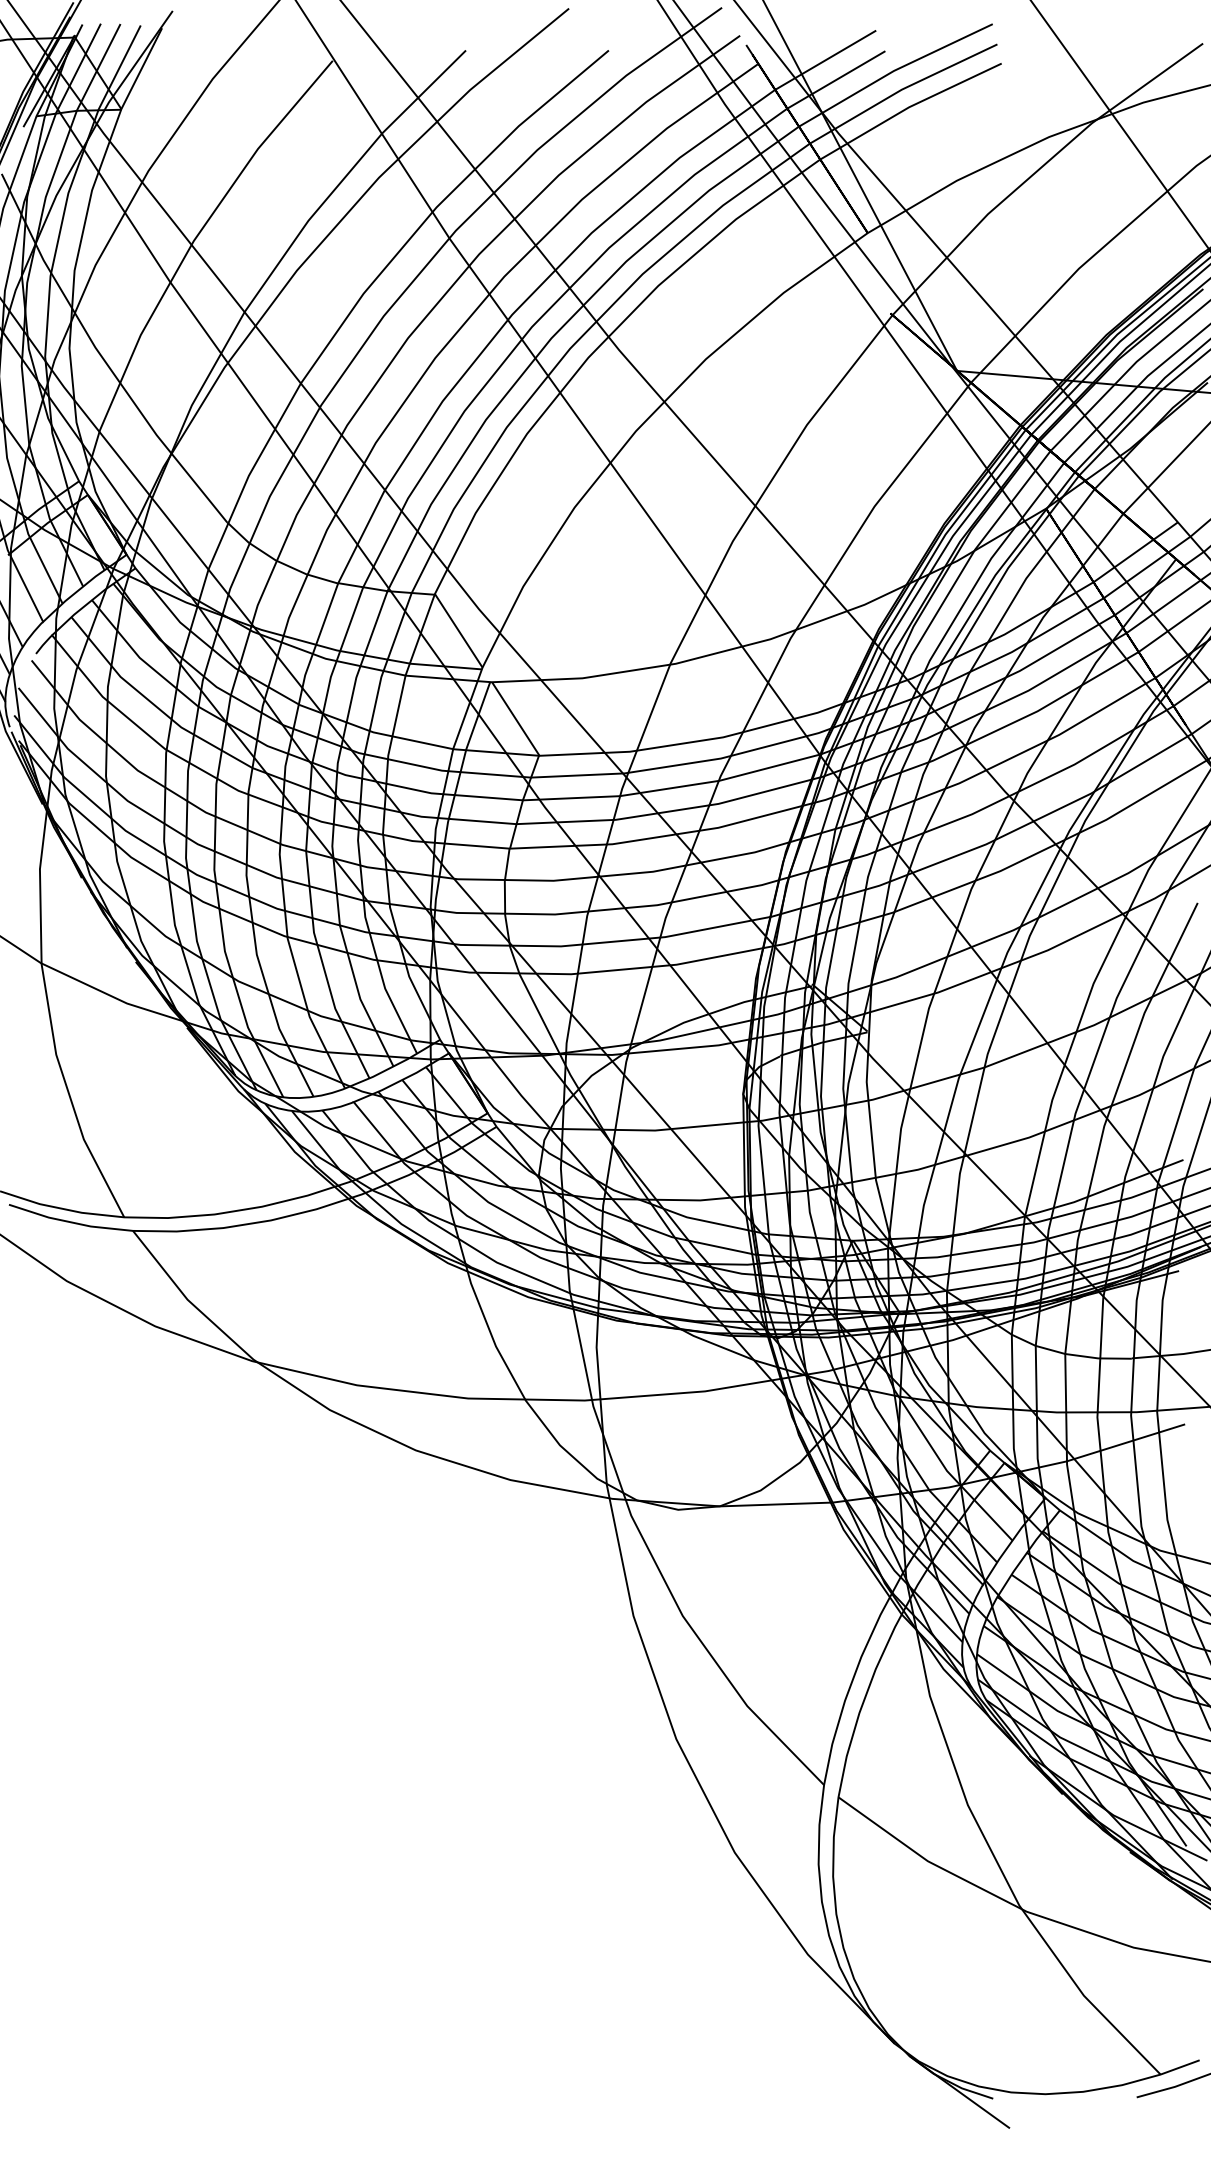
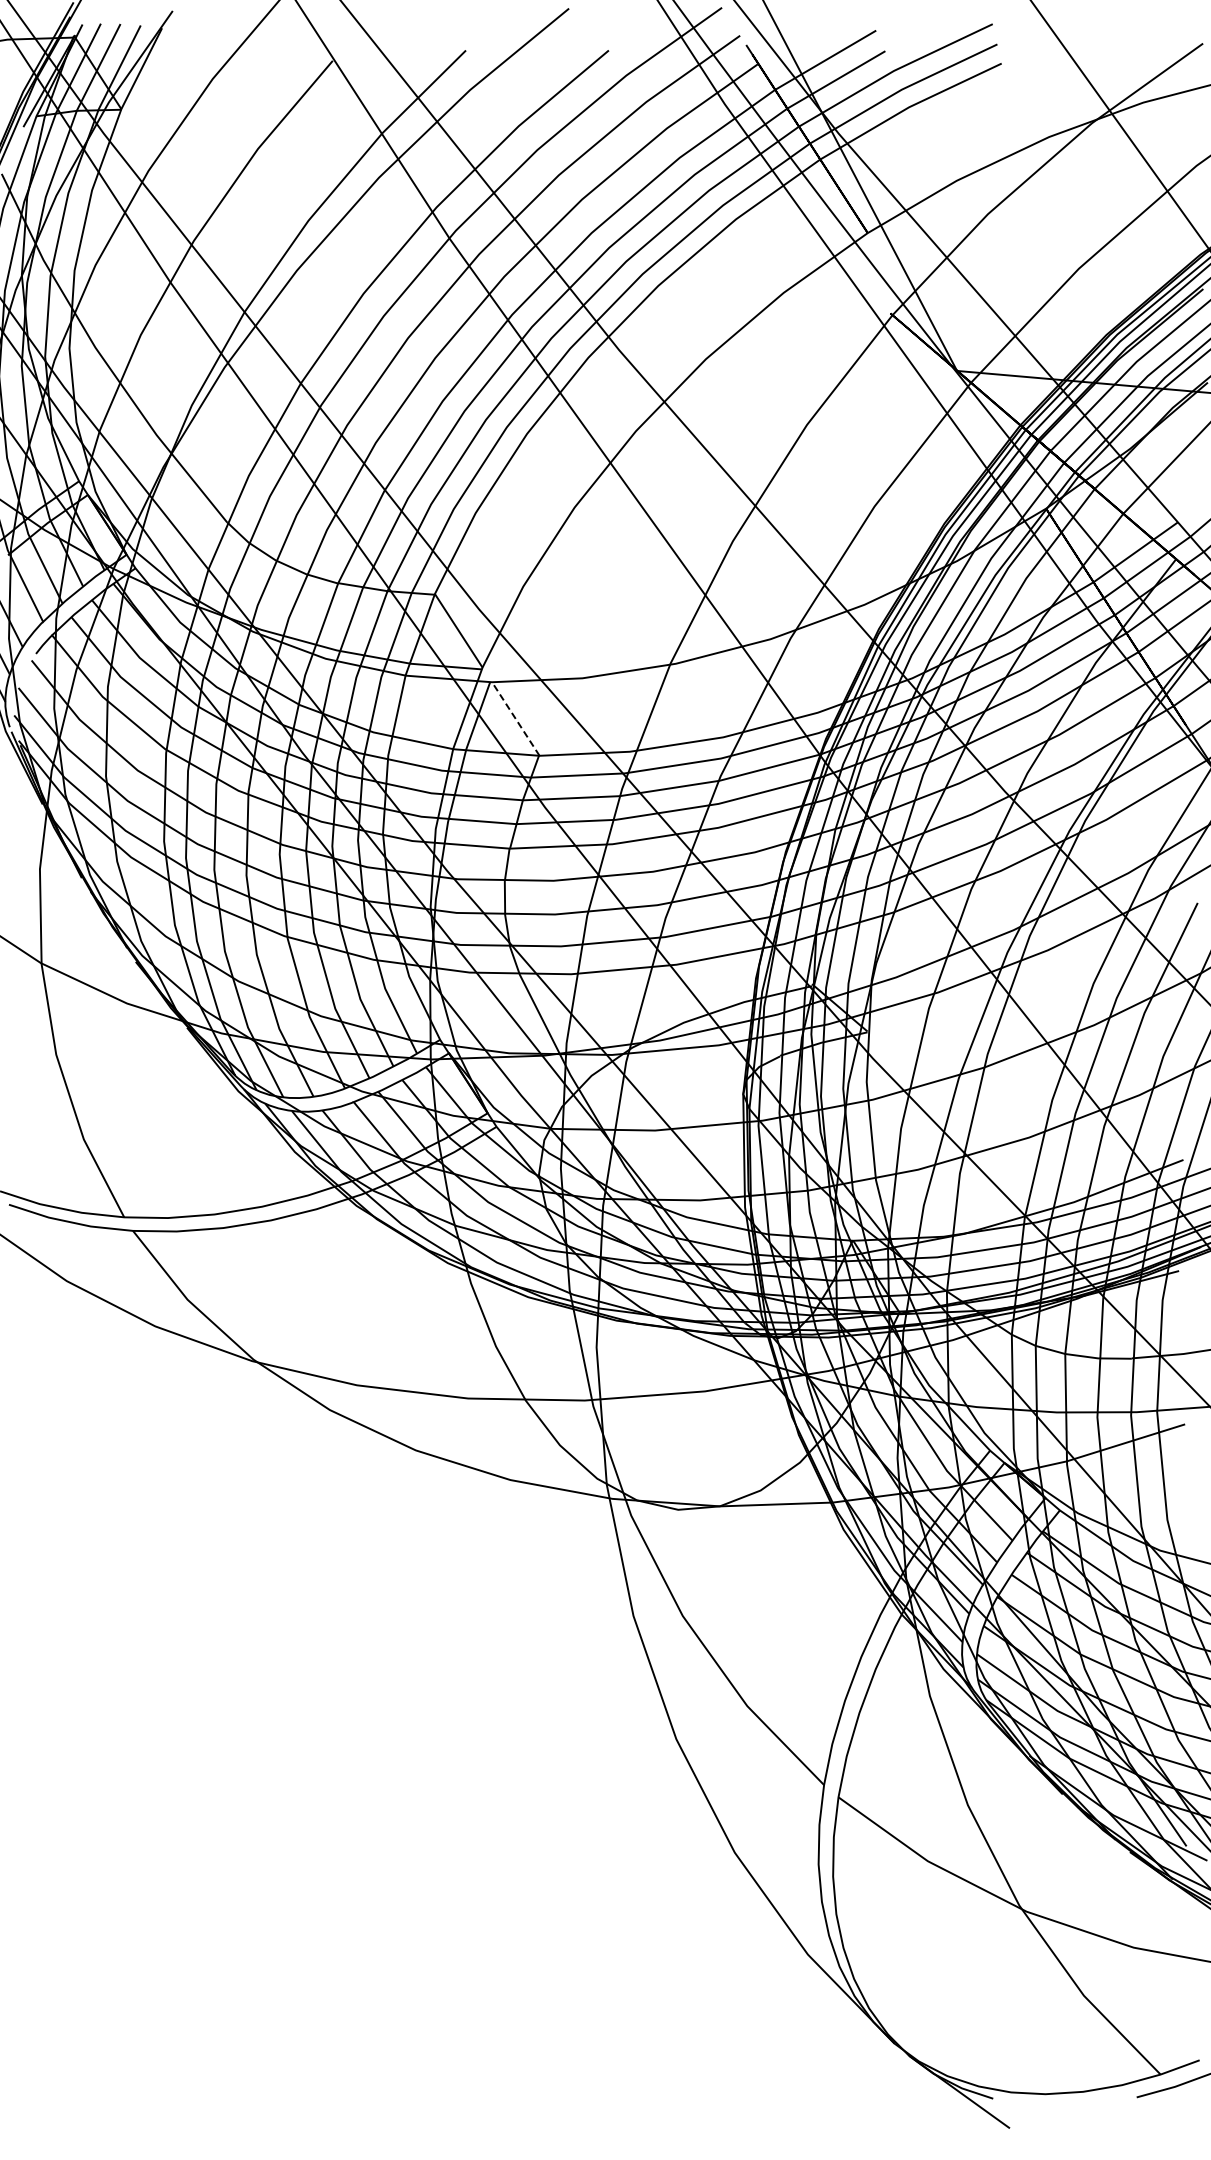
line at (515, 719): solid -> dashed
